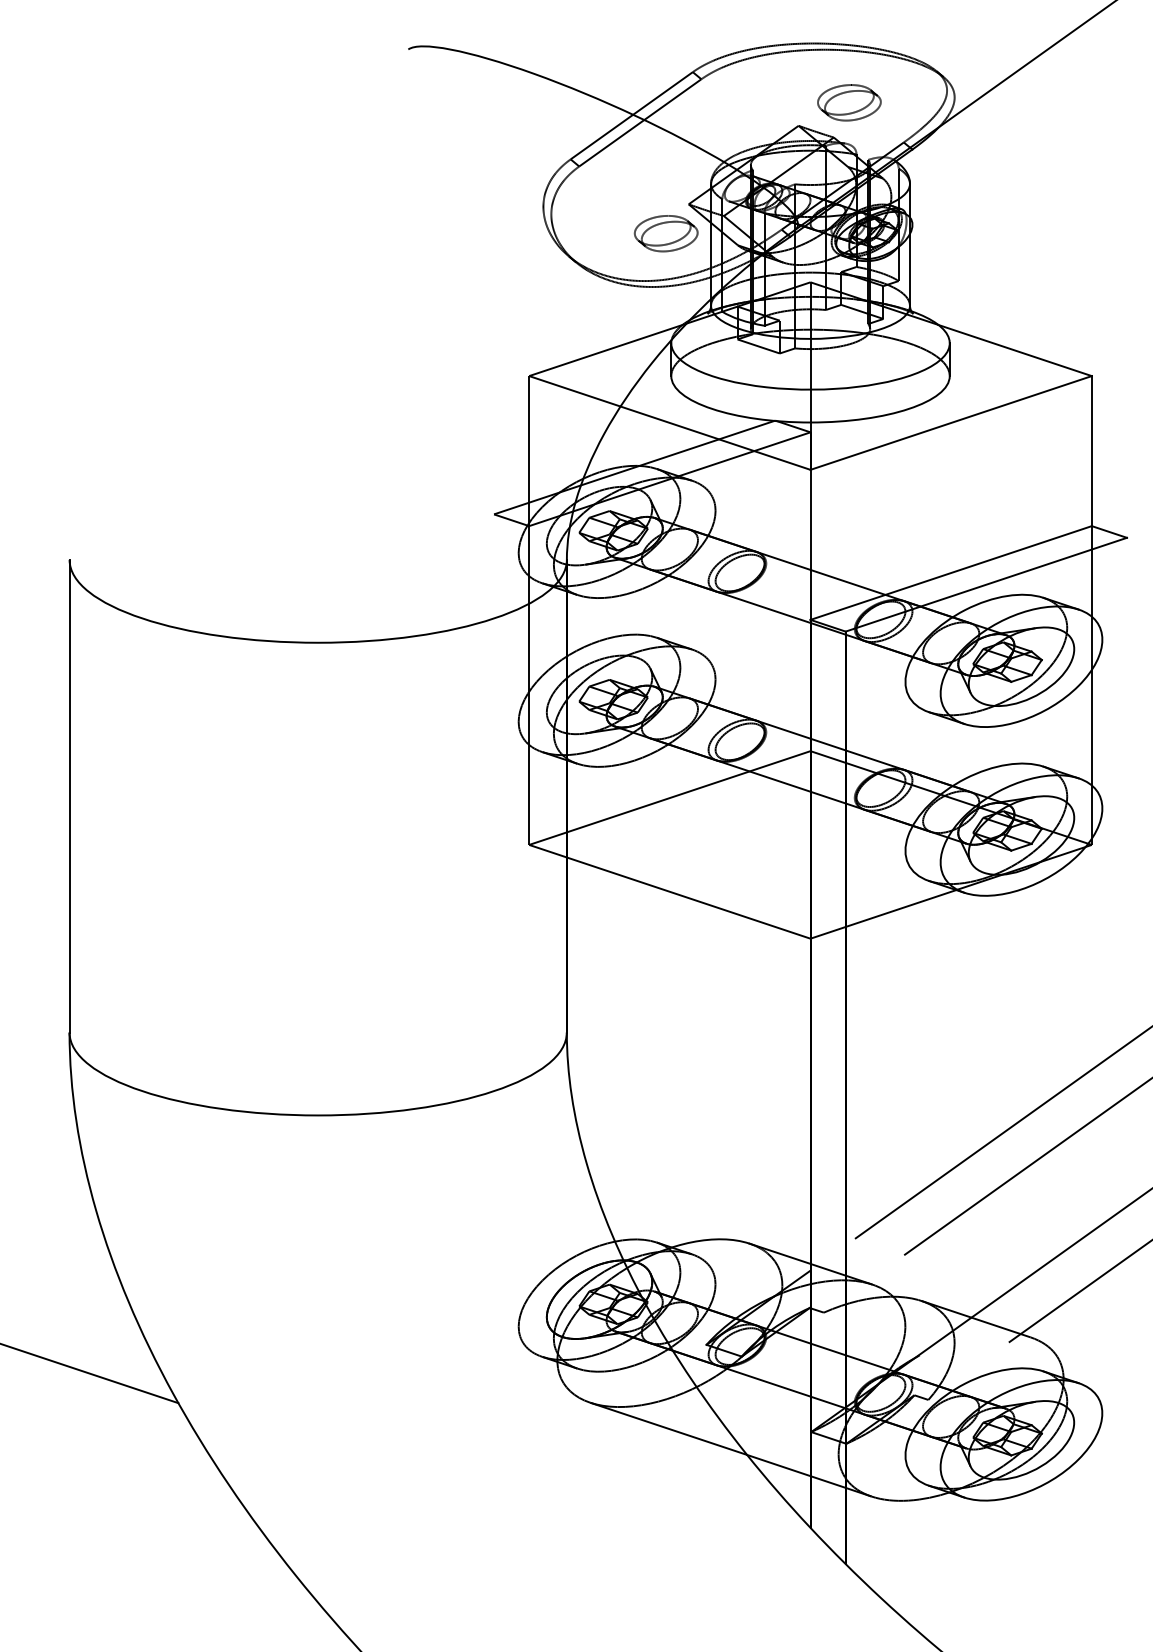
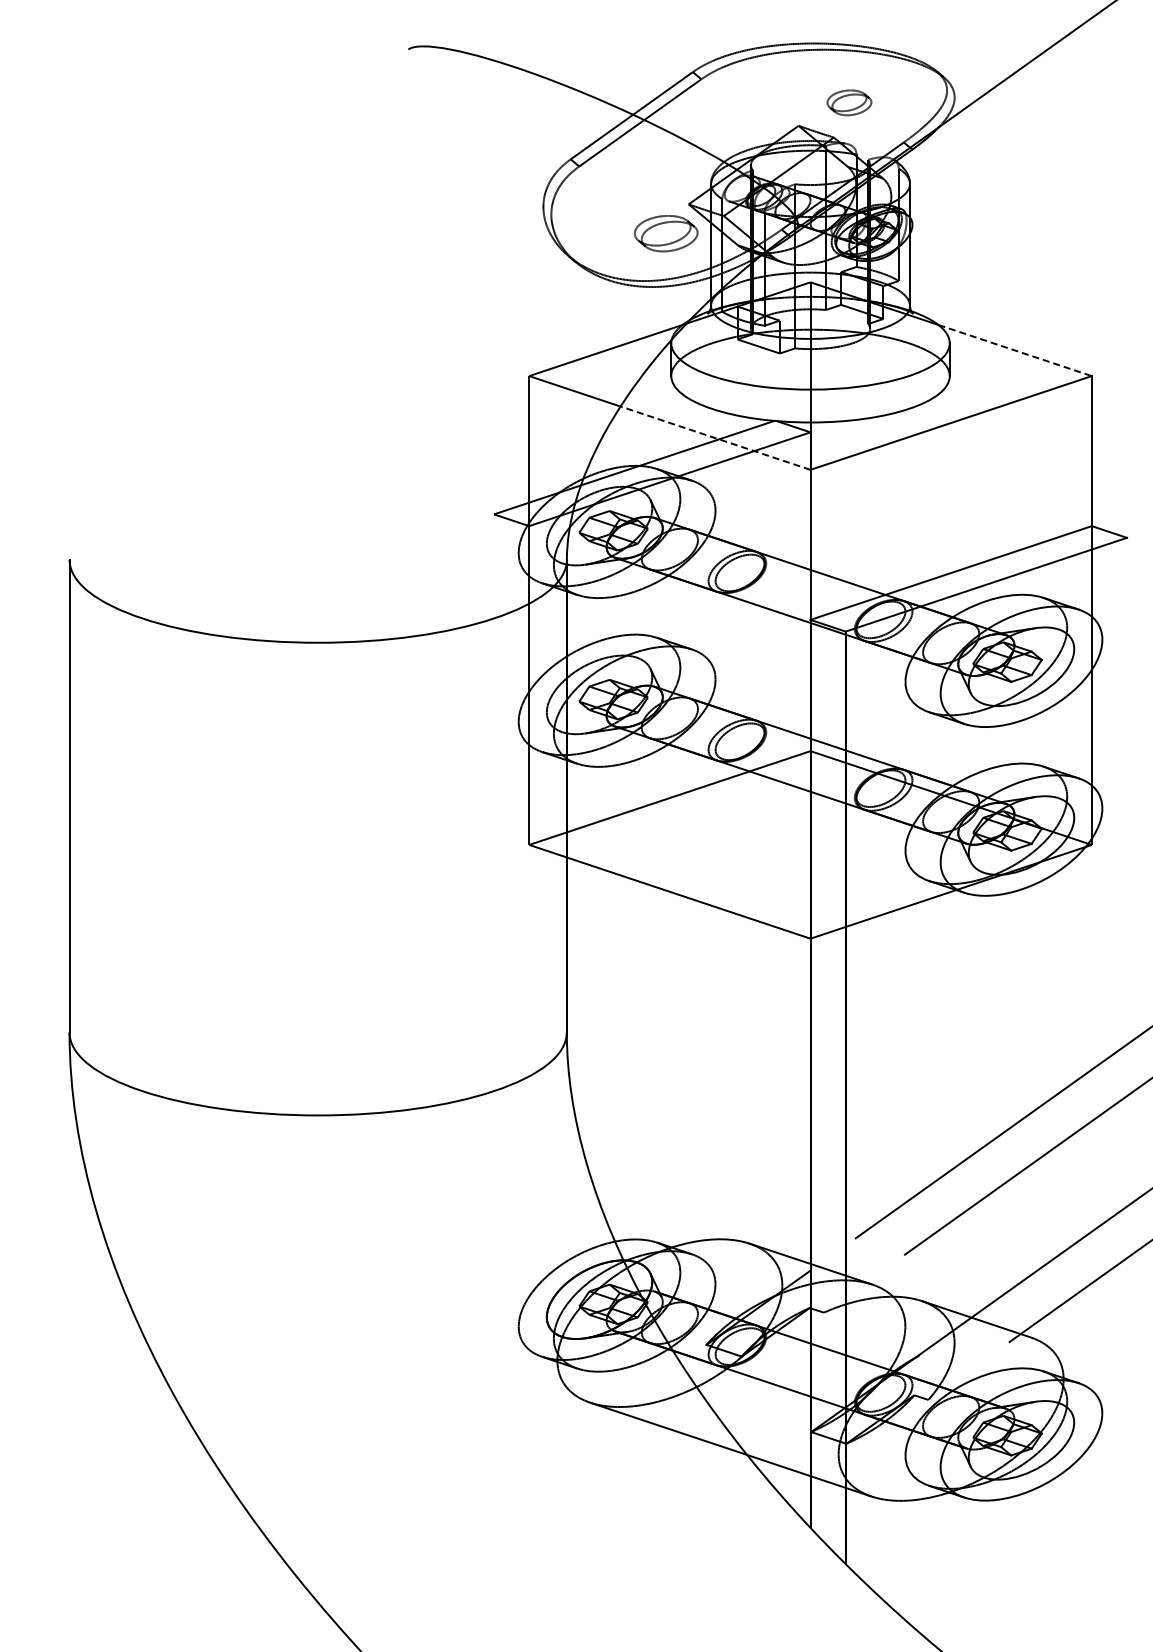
part at (849, 102) size: 65x38 px -> 47x28 px
line at (1015, 350): solid -> dashed
line at (715, 438): solid -> dashed
line at (90, 1373): present -> none
